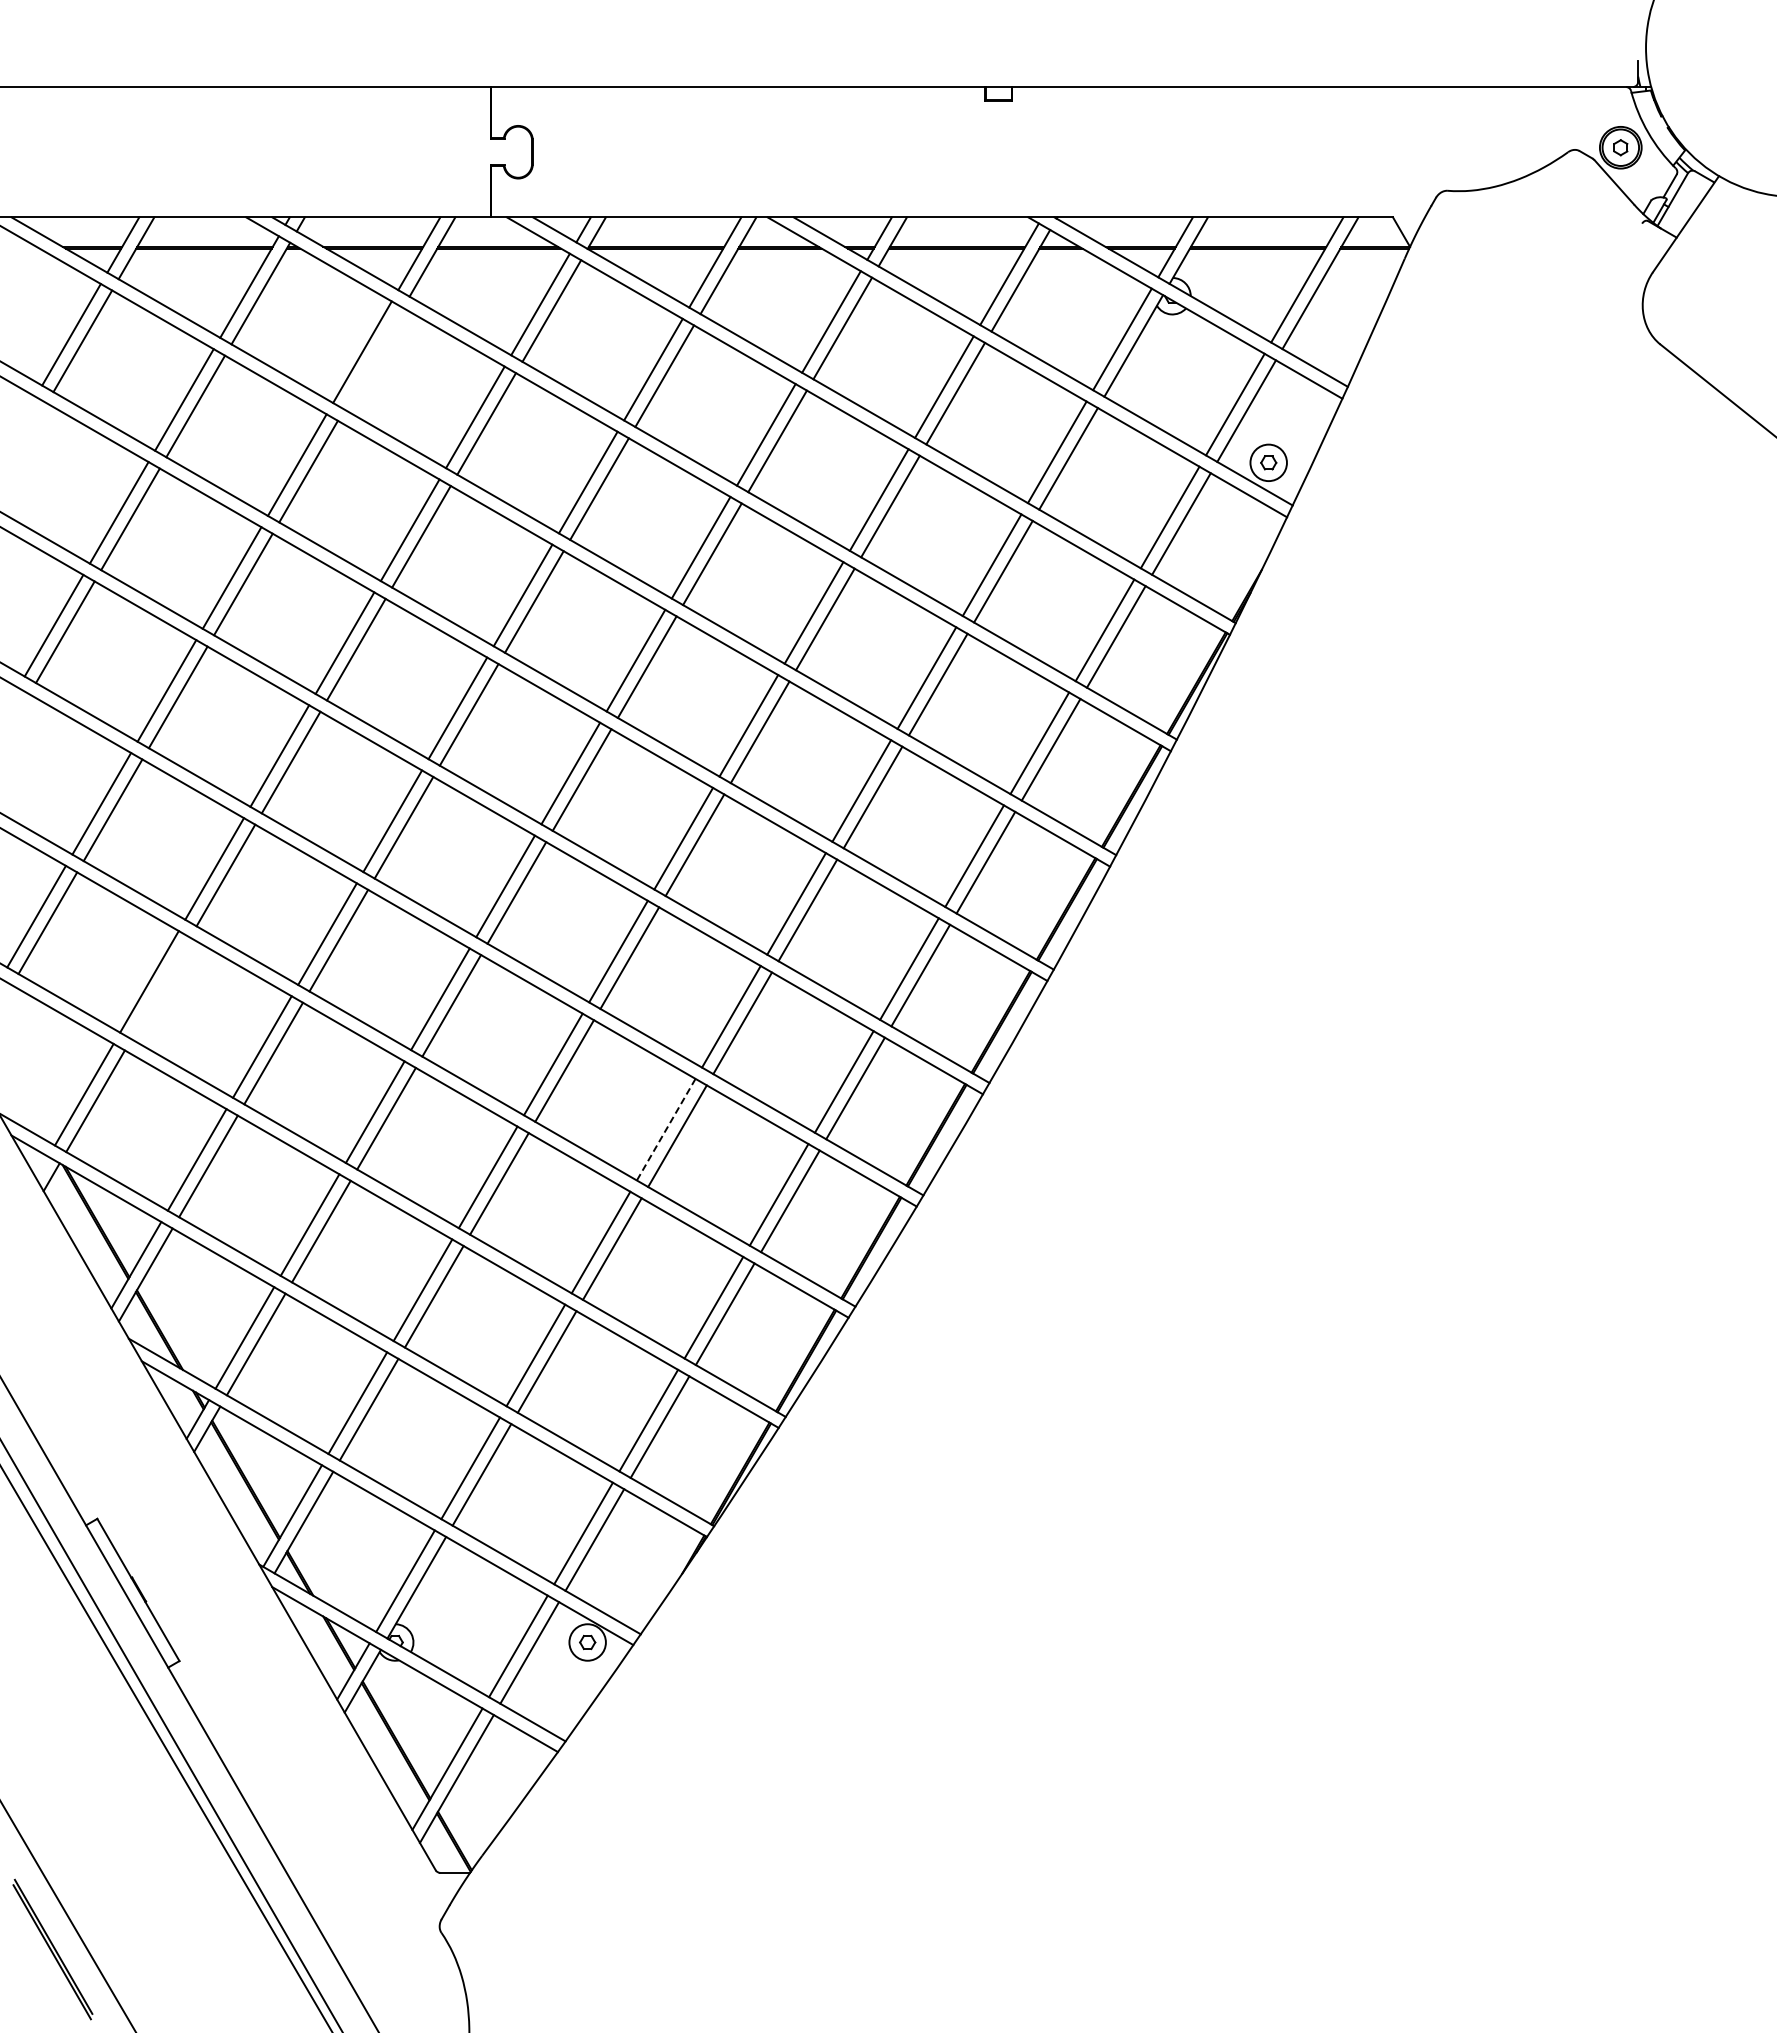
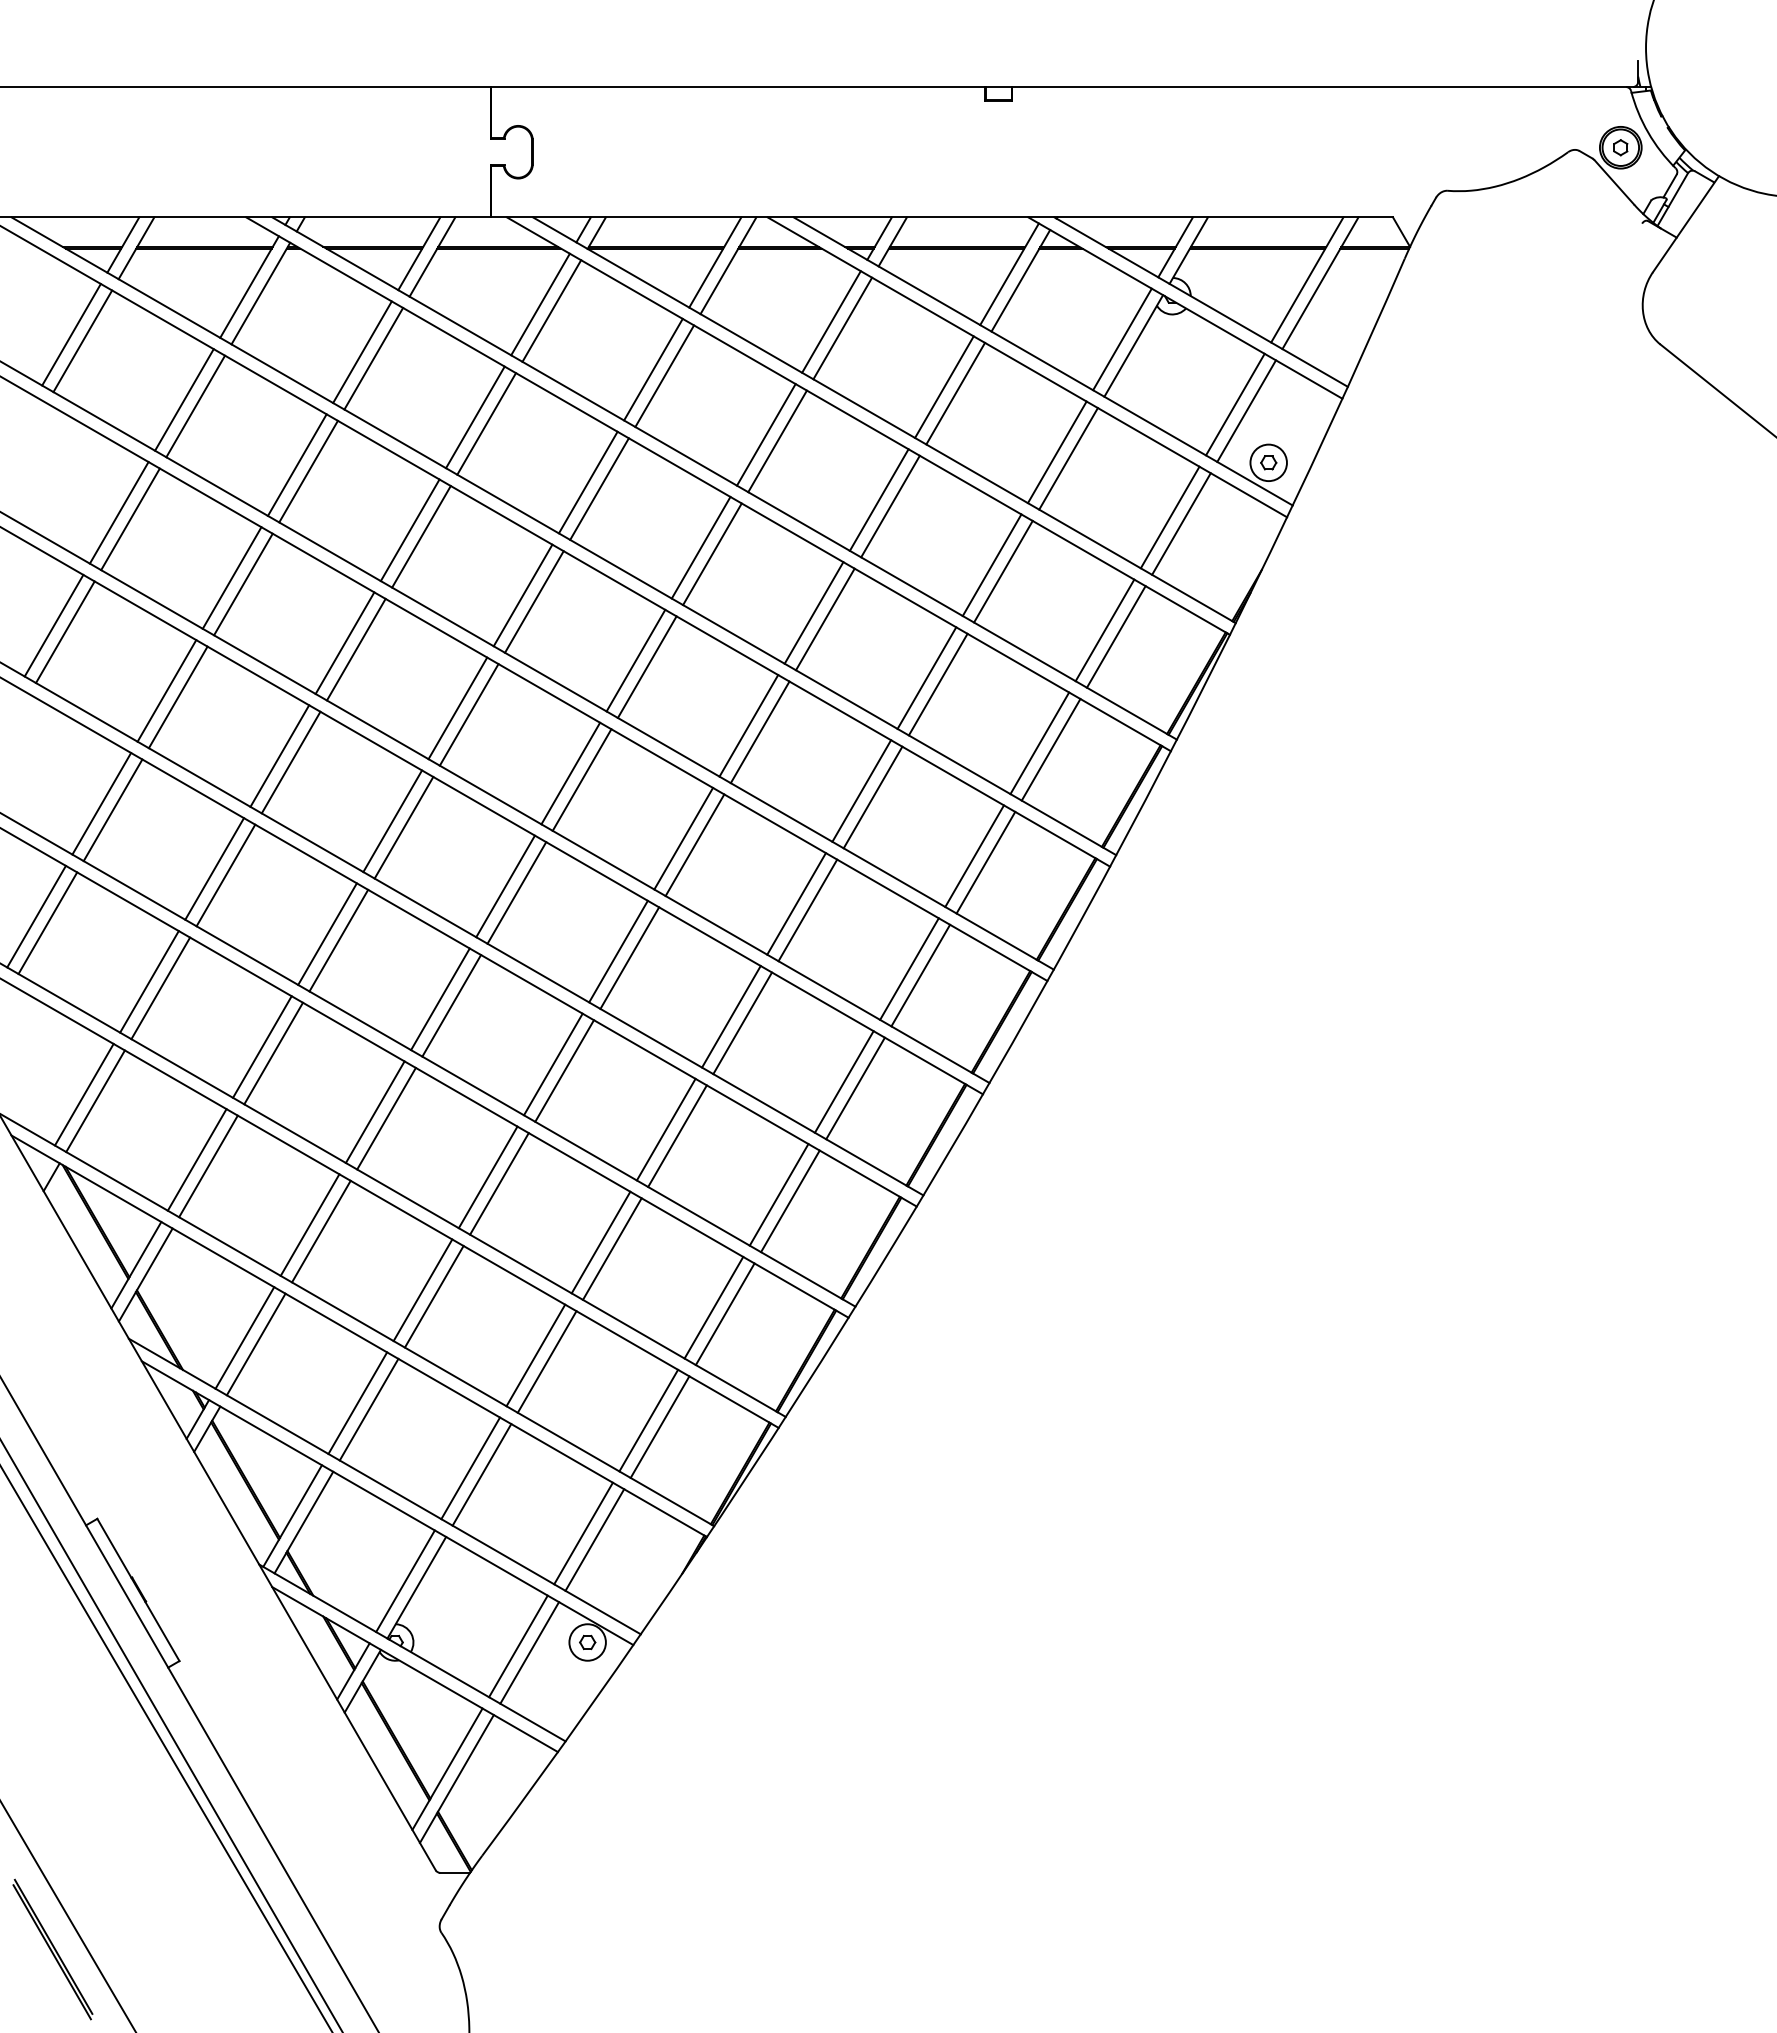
line at (373, 358): none -> present
line at (160, 988): none -> present
line at (666, 1129): dashed -> solid
